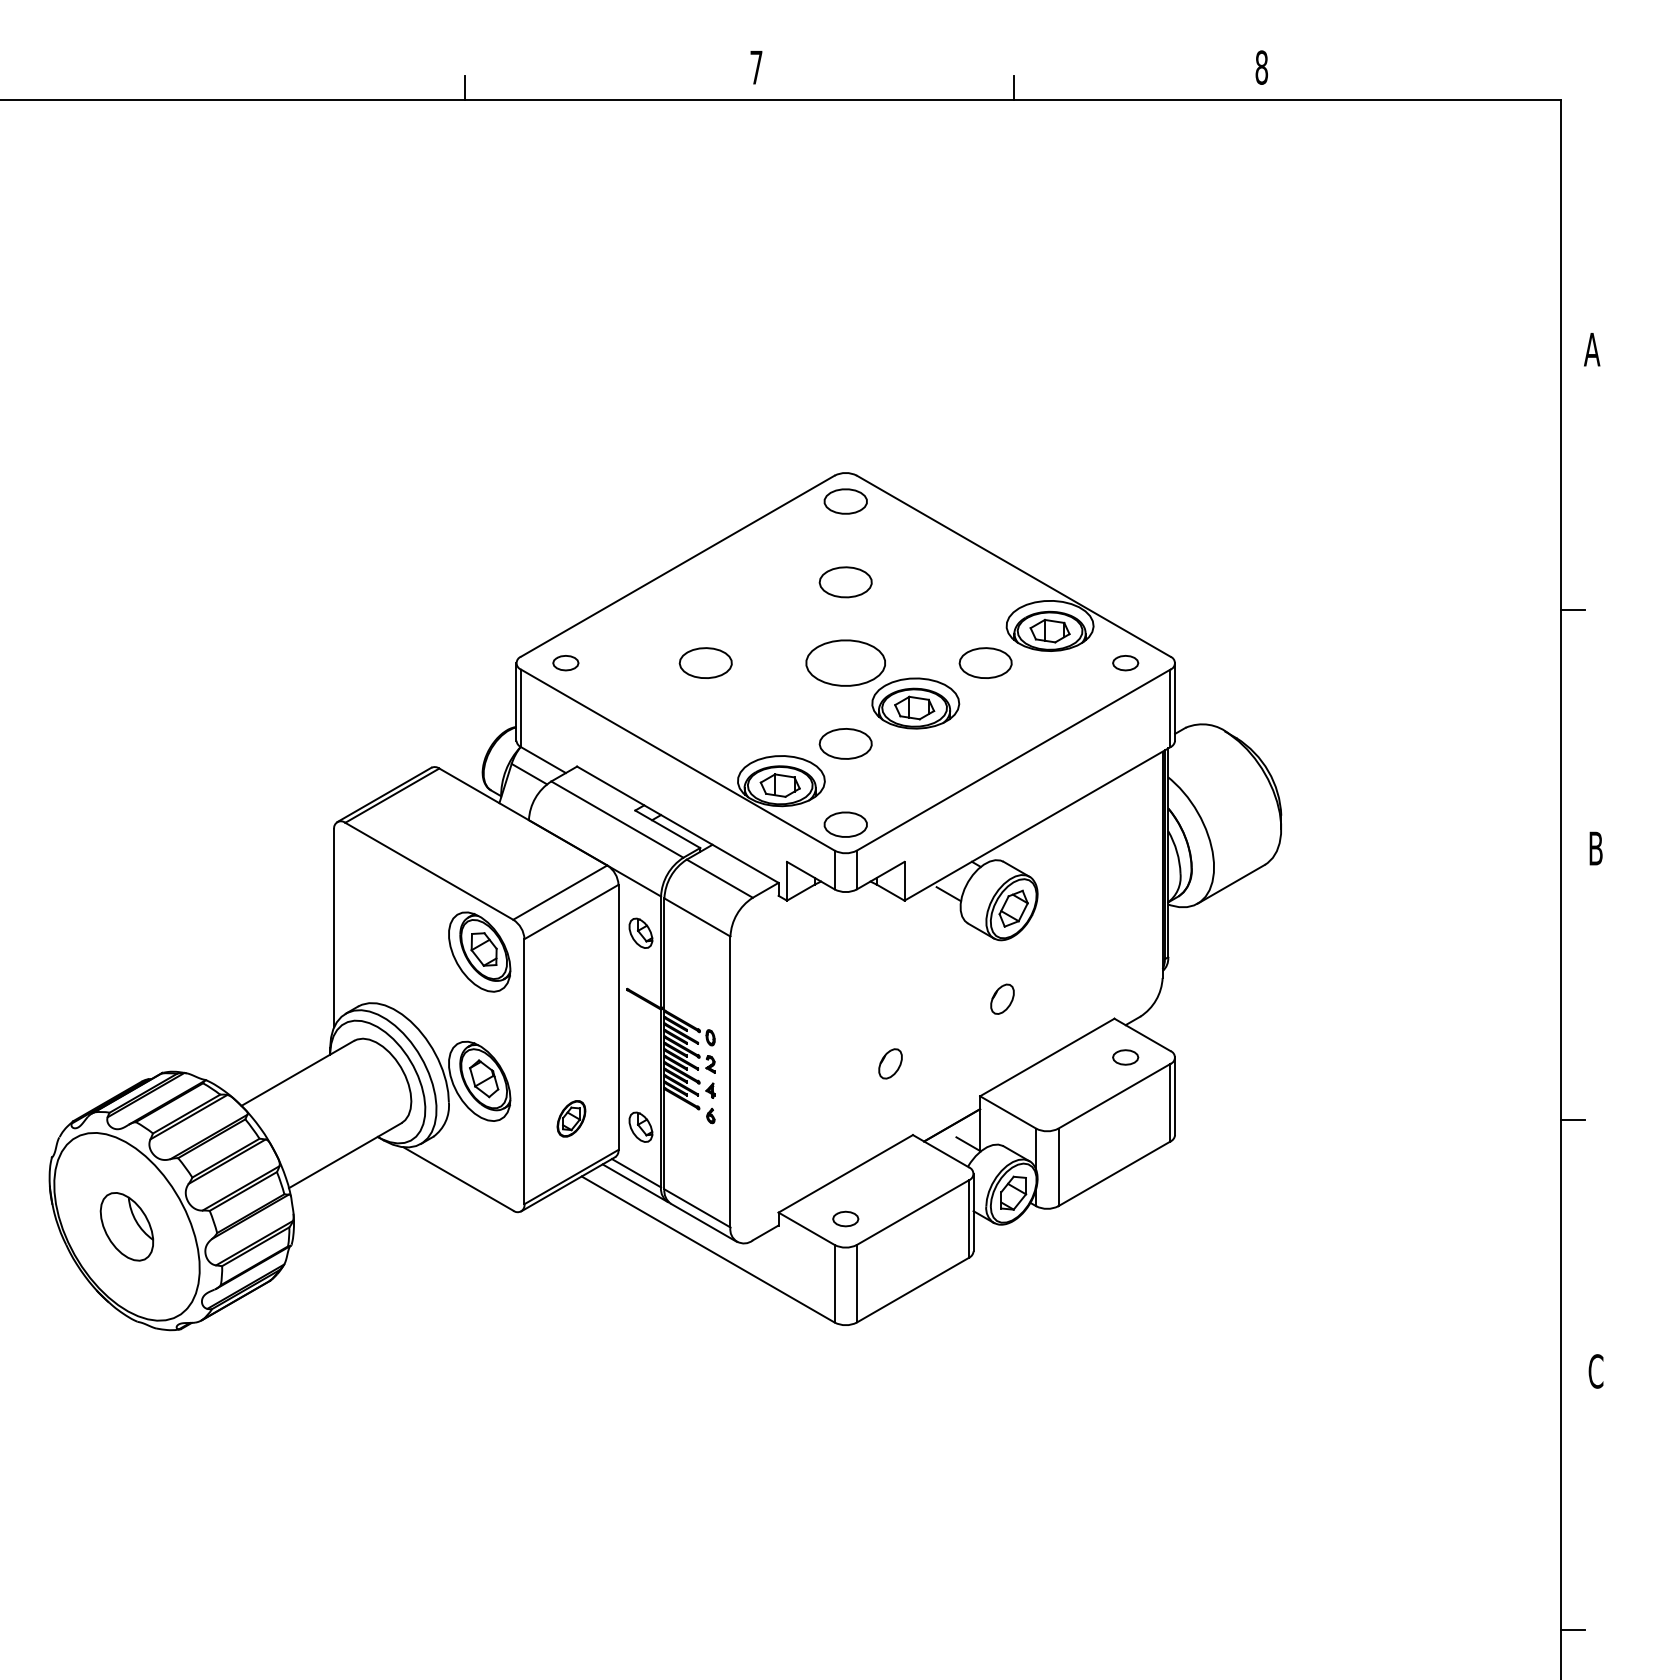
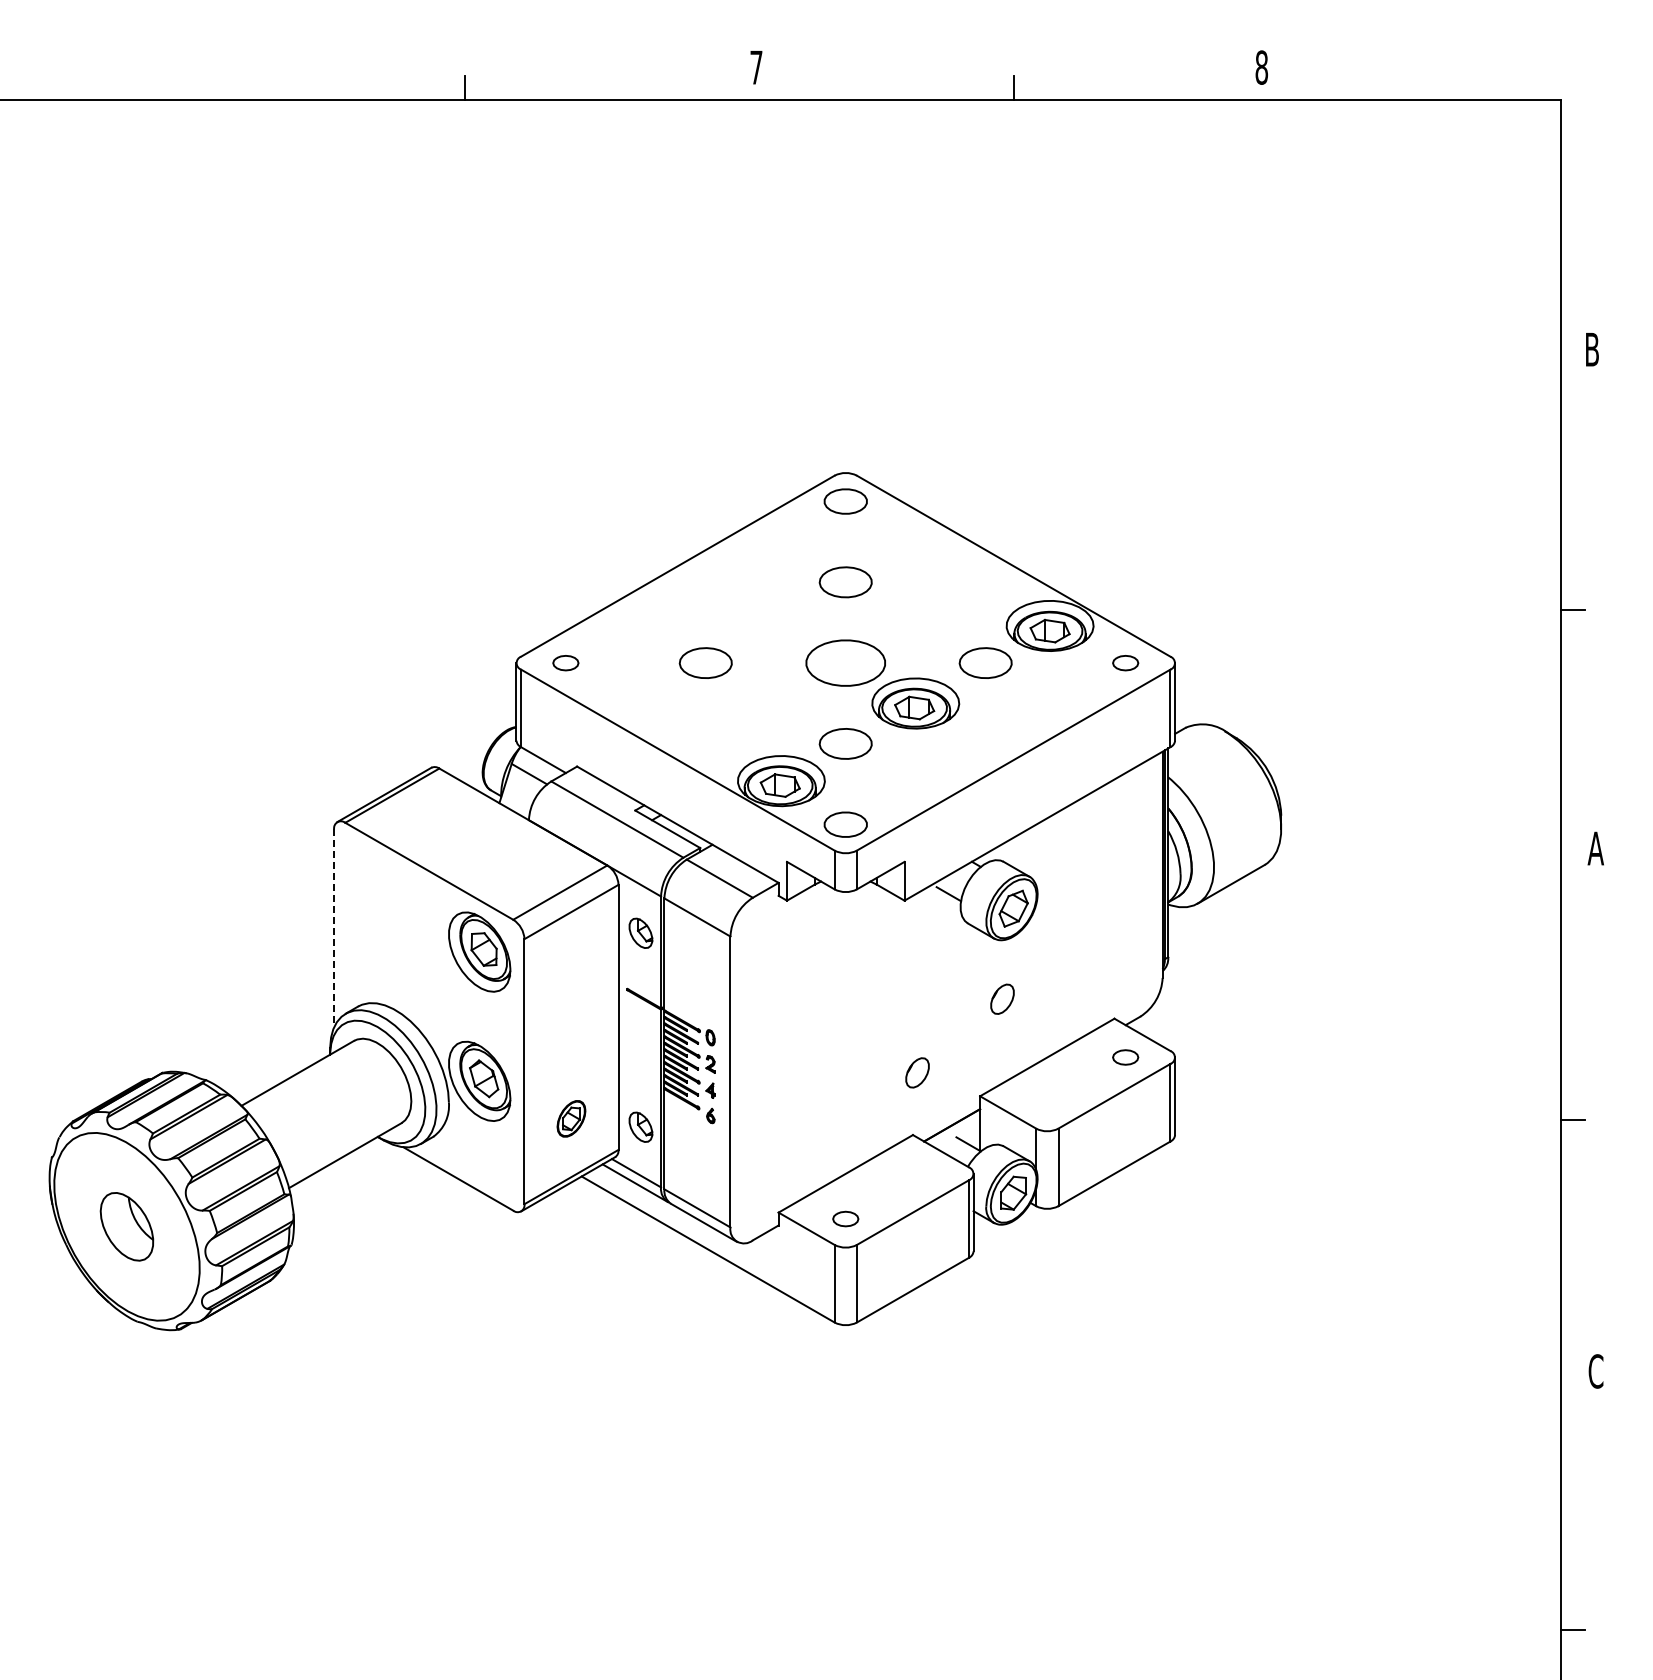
text at (1592, 349): A -> B
text at (1595, 848): B -> A
line at (334, 928): solid -> dashed
part at (890, 1063) position: (890, 1063) -> (917, 1072)
